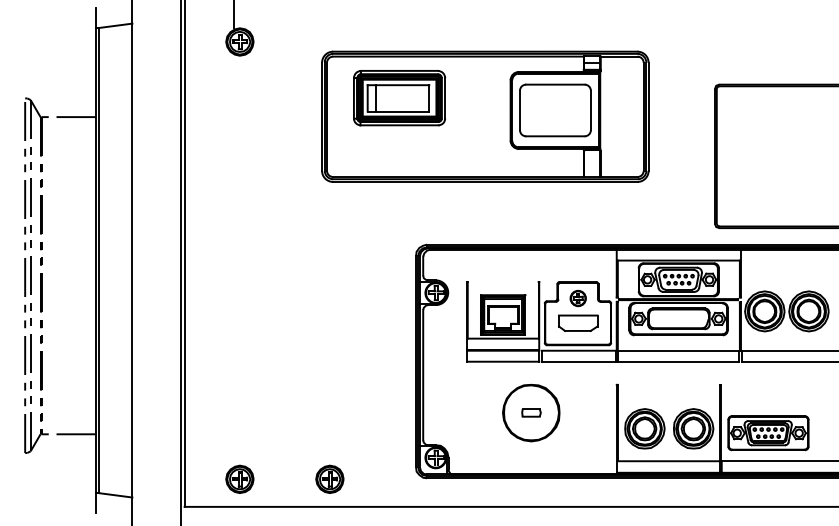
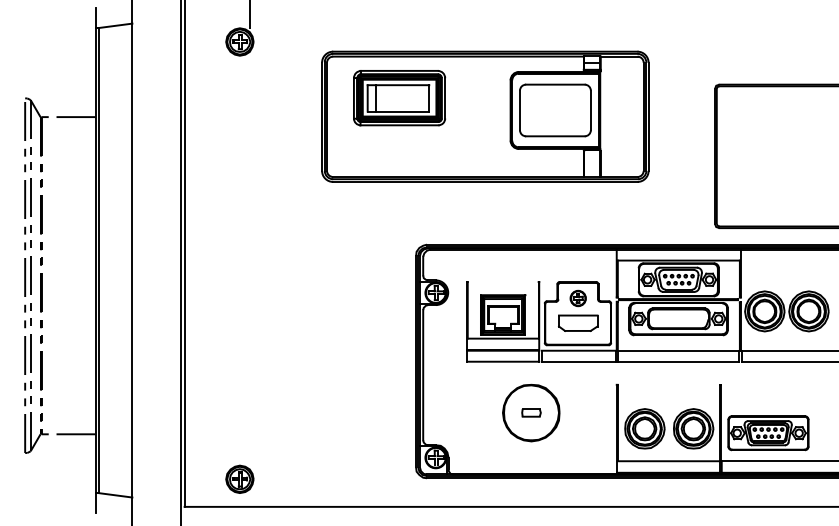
line at (234, 15) position: (234, 15) -> (250, 15)
part at (329, 478): present -> none
